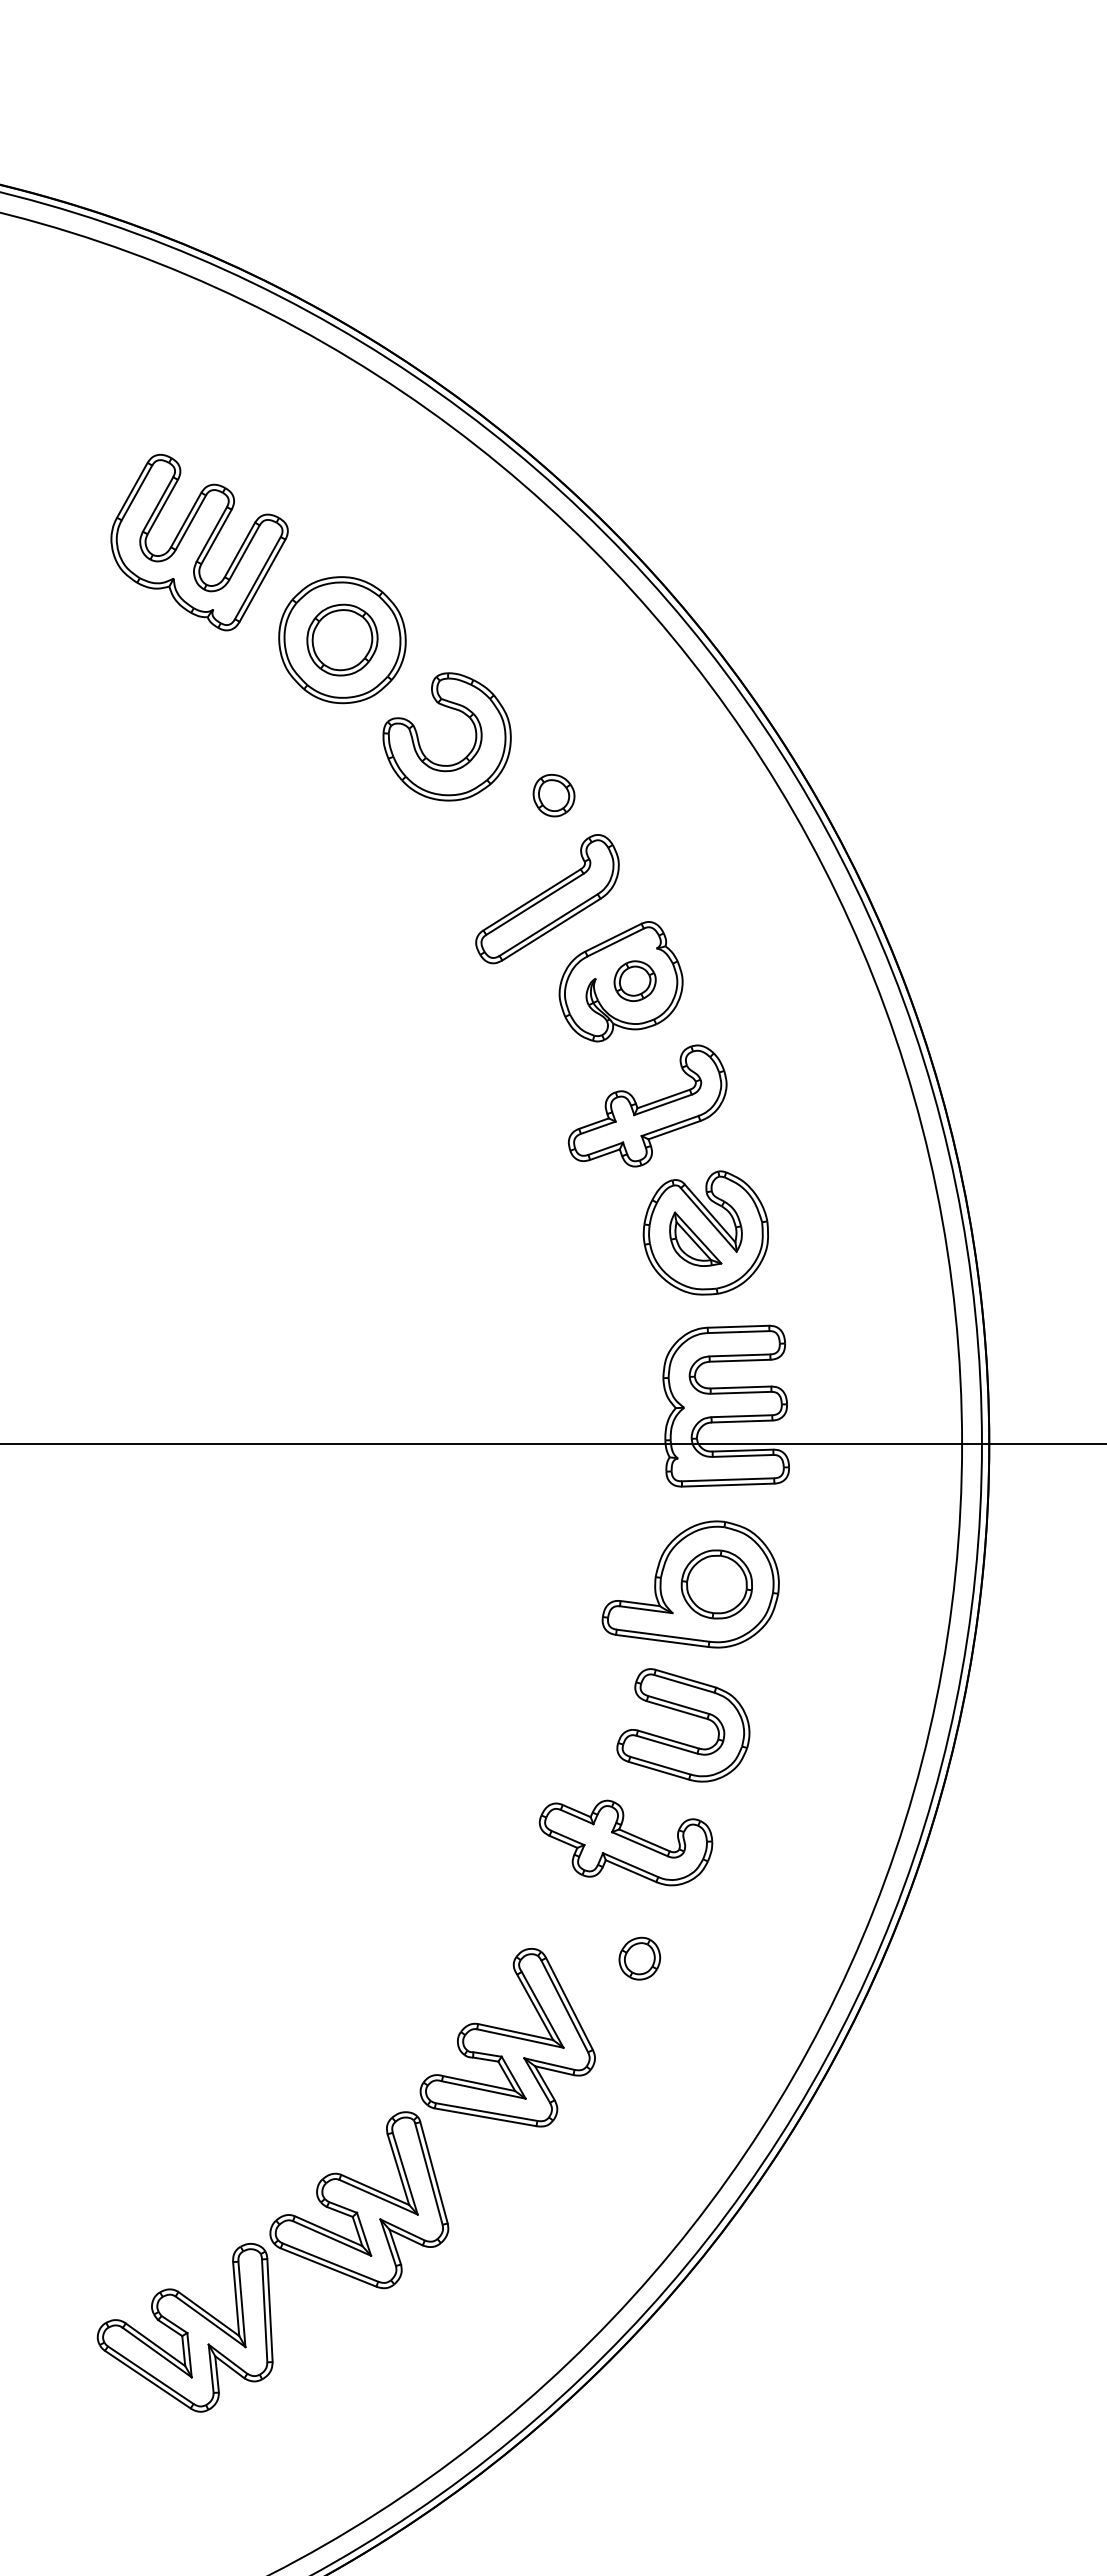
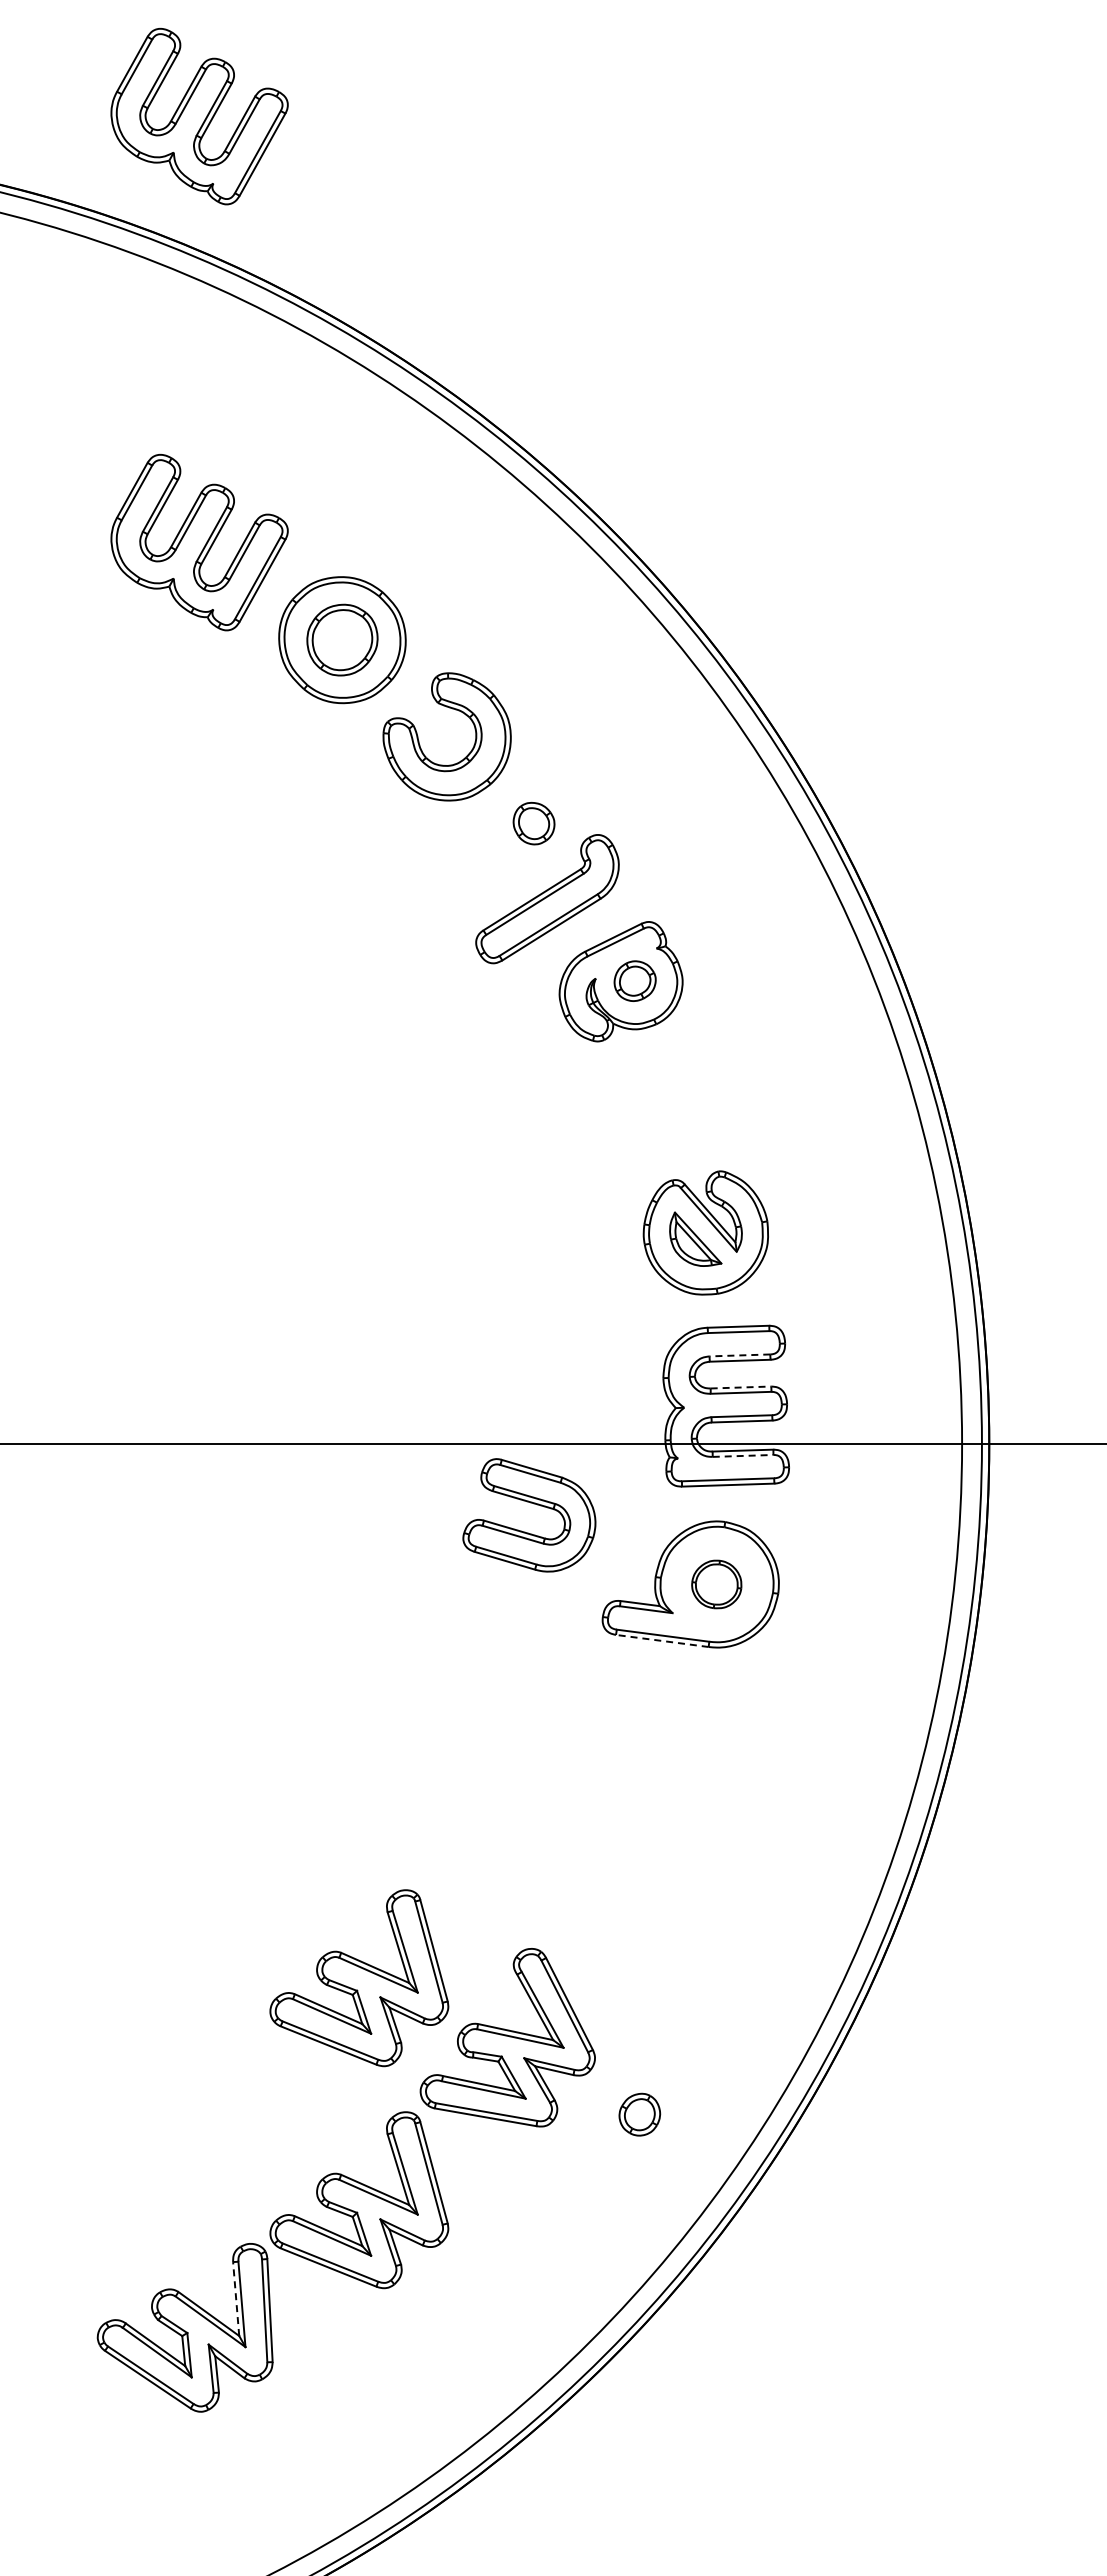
part at (199, 116): none -> present
part at (553, 795) position: (553, 795) -> (533, 823)
part at (647, 1105): present -> none
line at (739, 1355): solid -> dashed
line at (741, 1387): solid -> dashed
line at (743, 1455): solid -> dashed
part at (716, 1584) size: 73x71 px -> 52x51 px
line at (662, 1640): solid -> dashed
part at (687, 1714) position: (687, 1714) -> (533, 1504)
part at (625, 1842): present -> none
part at (639, 1958) position: (639, 1958) -> (639, 2114)
part at (359, 1978): none -> present
line at (236, 2298): solid -> dashed
